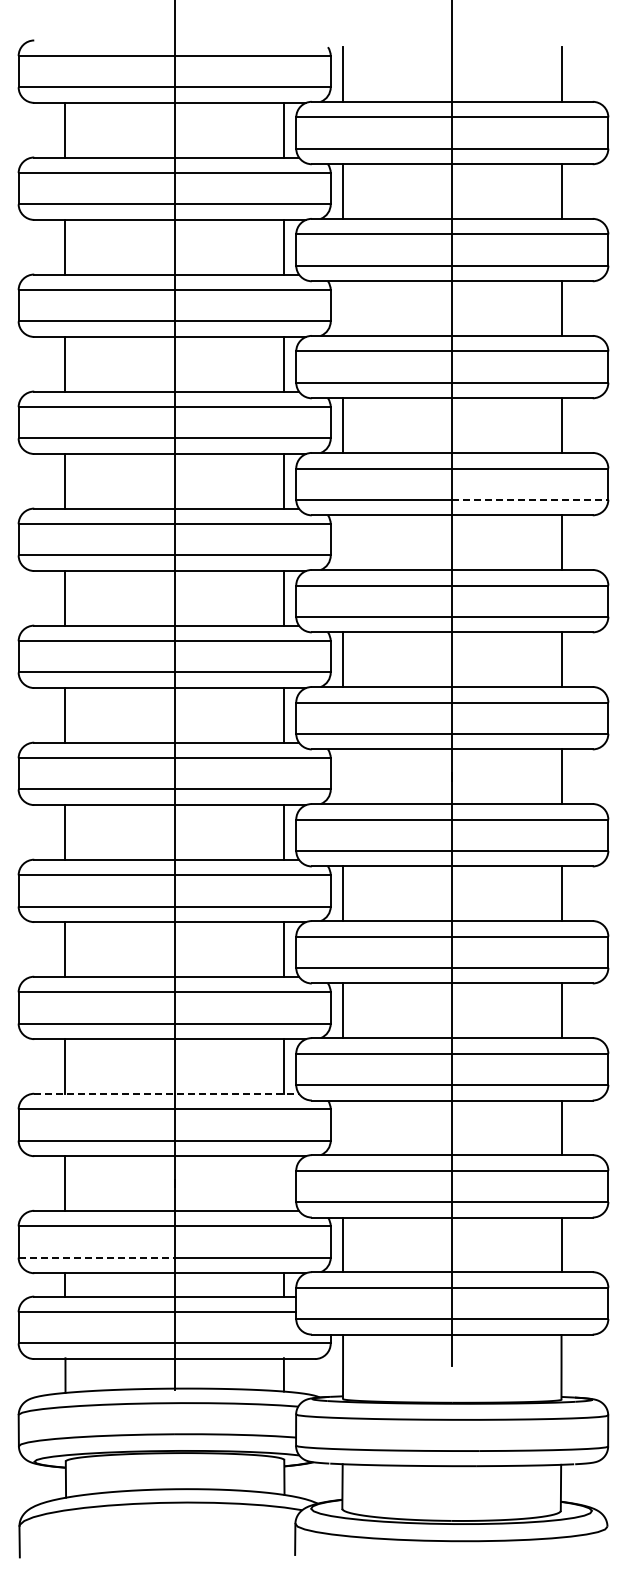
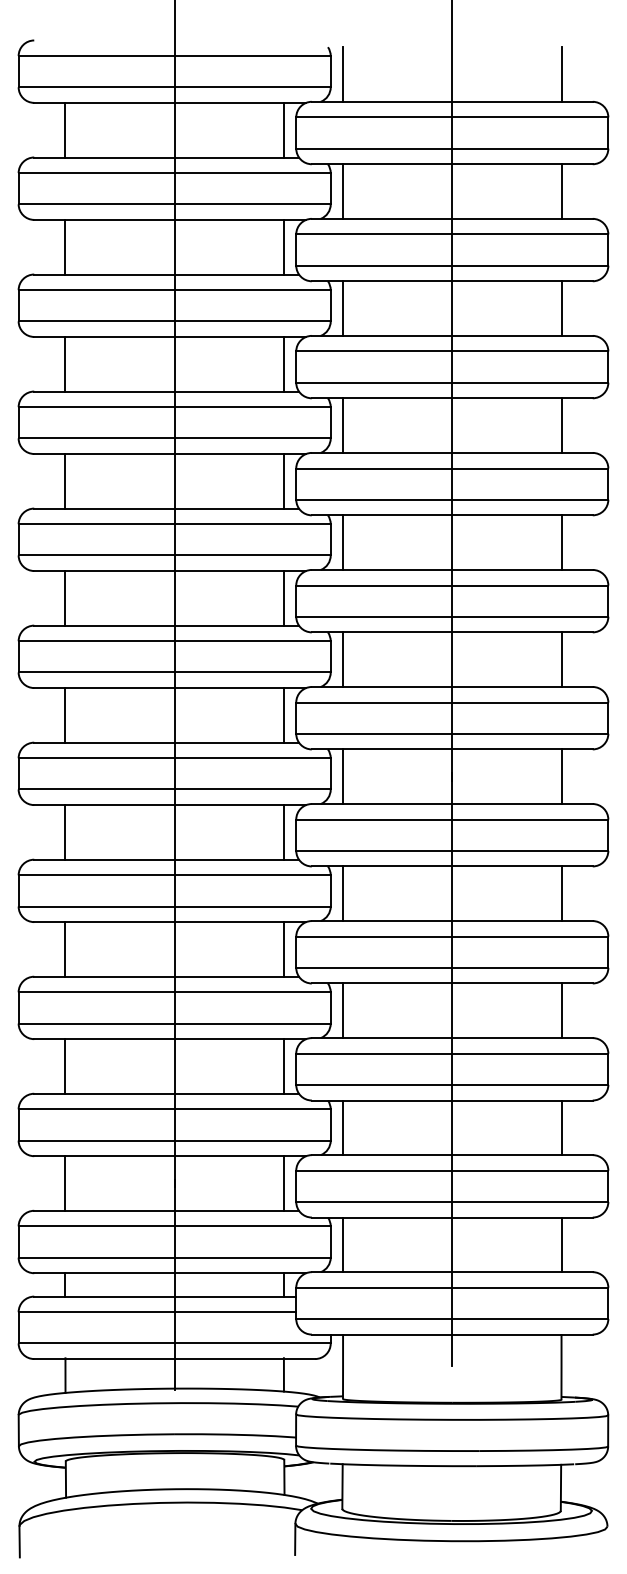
line at (343, 308): none -> present
line at (530, 499): dashed -> solid
line at (343, 542): none -> present
line at (343, 776): none -> present
line at (167, 1093): dashed -> solid
line at (343, 1127): none -> present
line at (283, 1183): none -> present
line at (97, 1257): dashed -> solid
